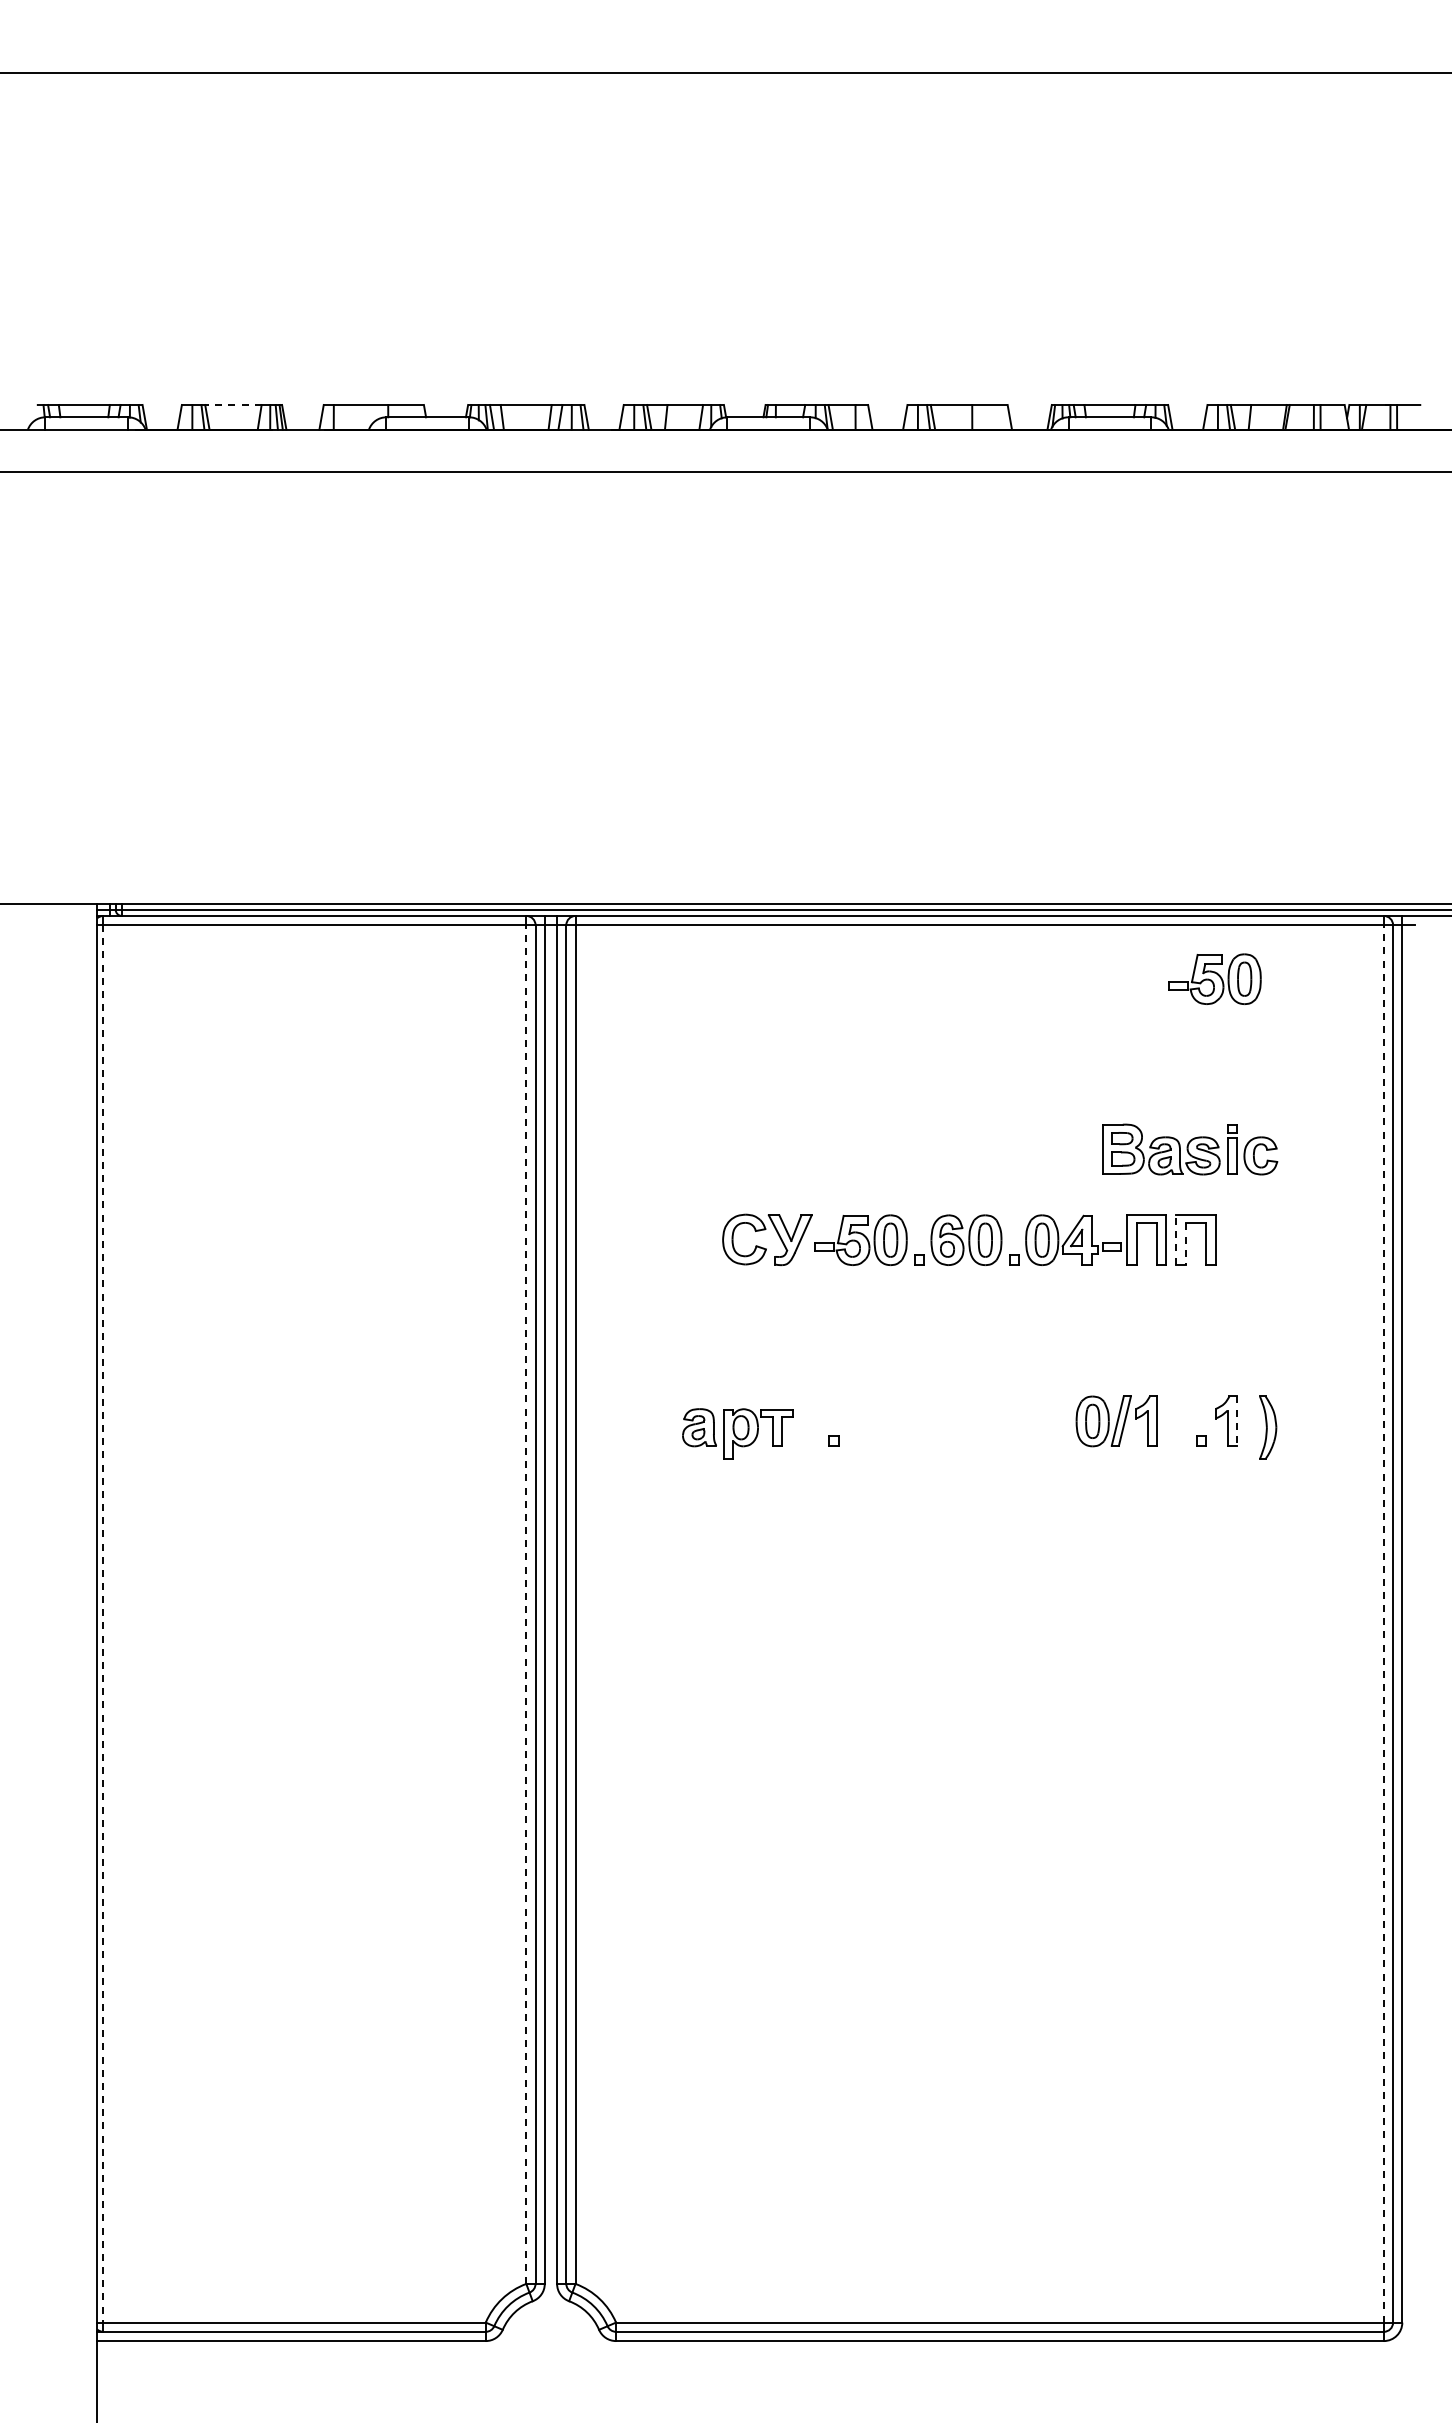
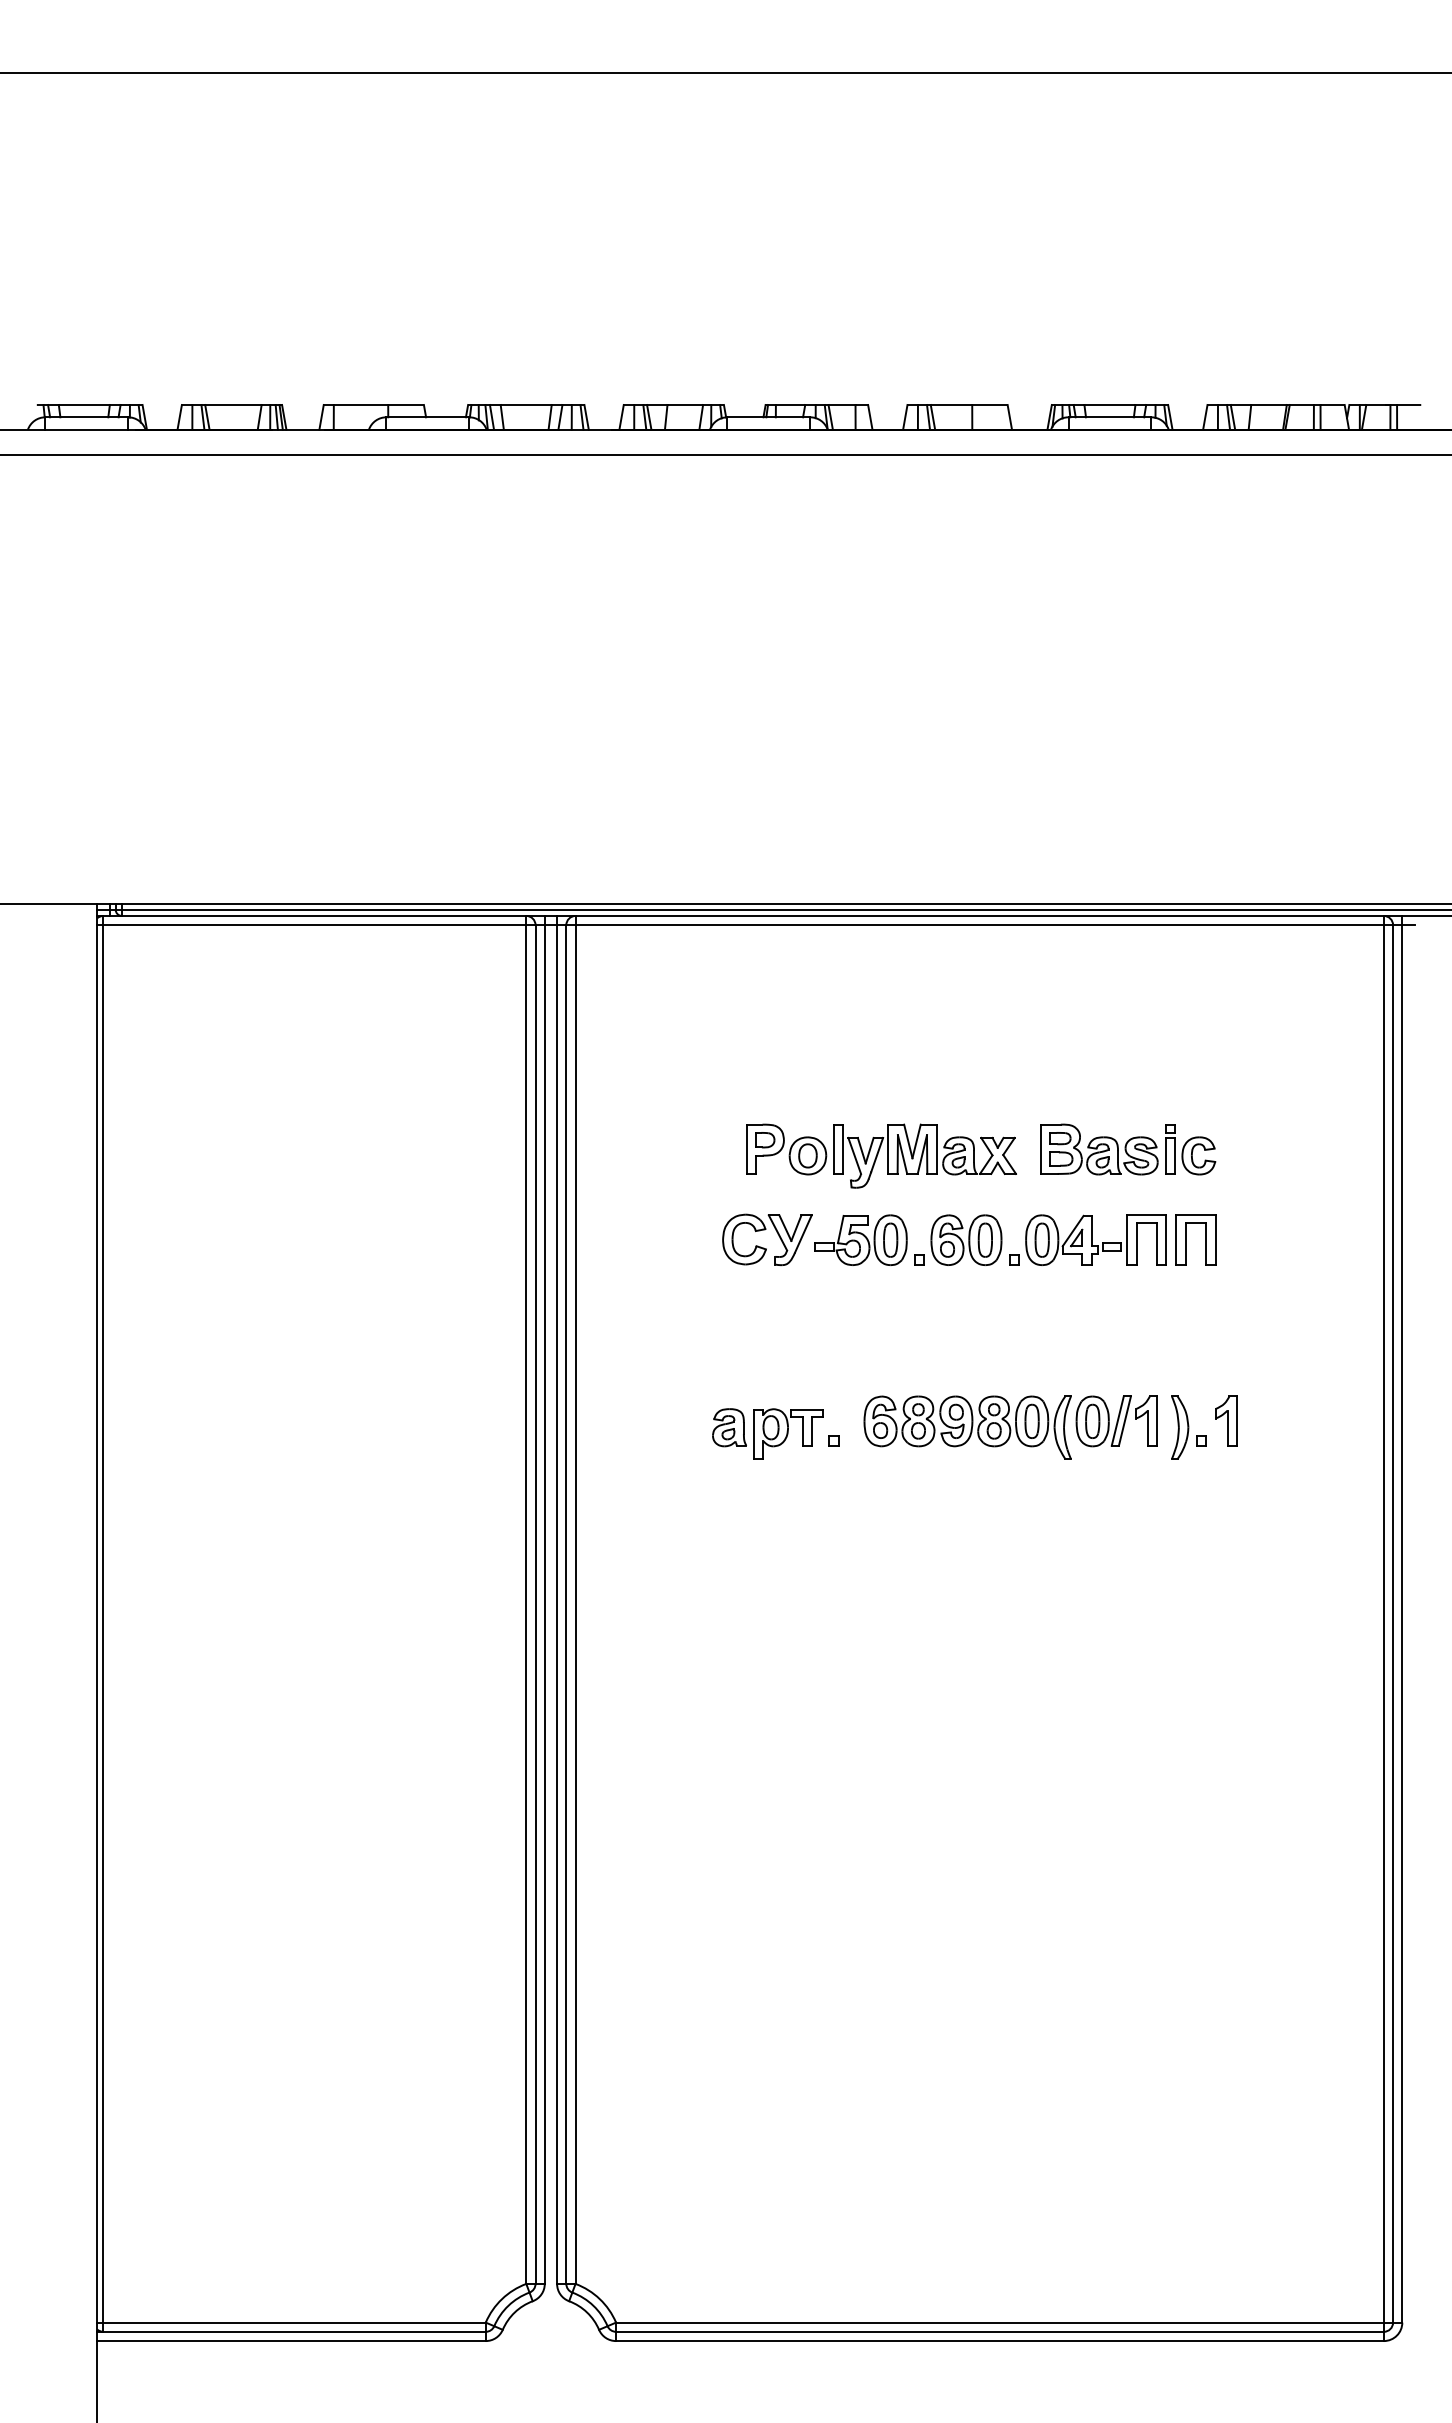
line at (232, 405): dashed -> solid
line at (725, 472) position: (725, 472) -> (725, 455)
part at (1214, 978): present -> none
part at (1190, 1149) position: (1190, 1149) -> (1128, 1149)
part at (881, 1155): none -> present
line at (1176, 1239): dashed -> solid
line at (1185, 1244): dashed -> solid
line at (1237, 1421): dashed -> solid
part at (967, 1427): none -> present
part at (1268, 1427) position: (1268, 1427) -> (1180, 1427)
part at (737, 1433) position: (737, 1433) -> (767, 1433)
line at (526, 1604): dashed -> solid
line at (103, 1623): dashed -> solid
line at (1383, 1623): dashed -> solid
